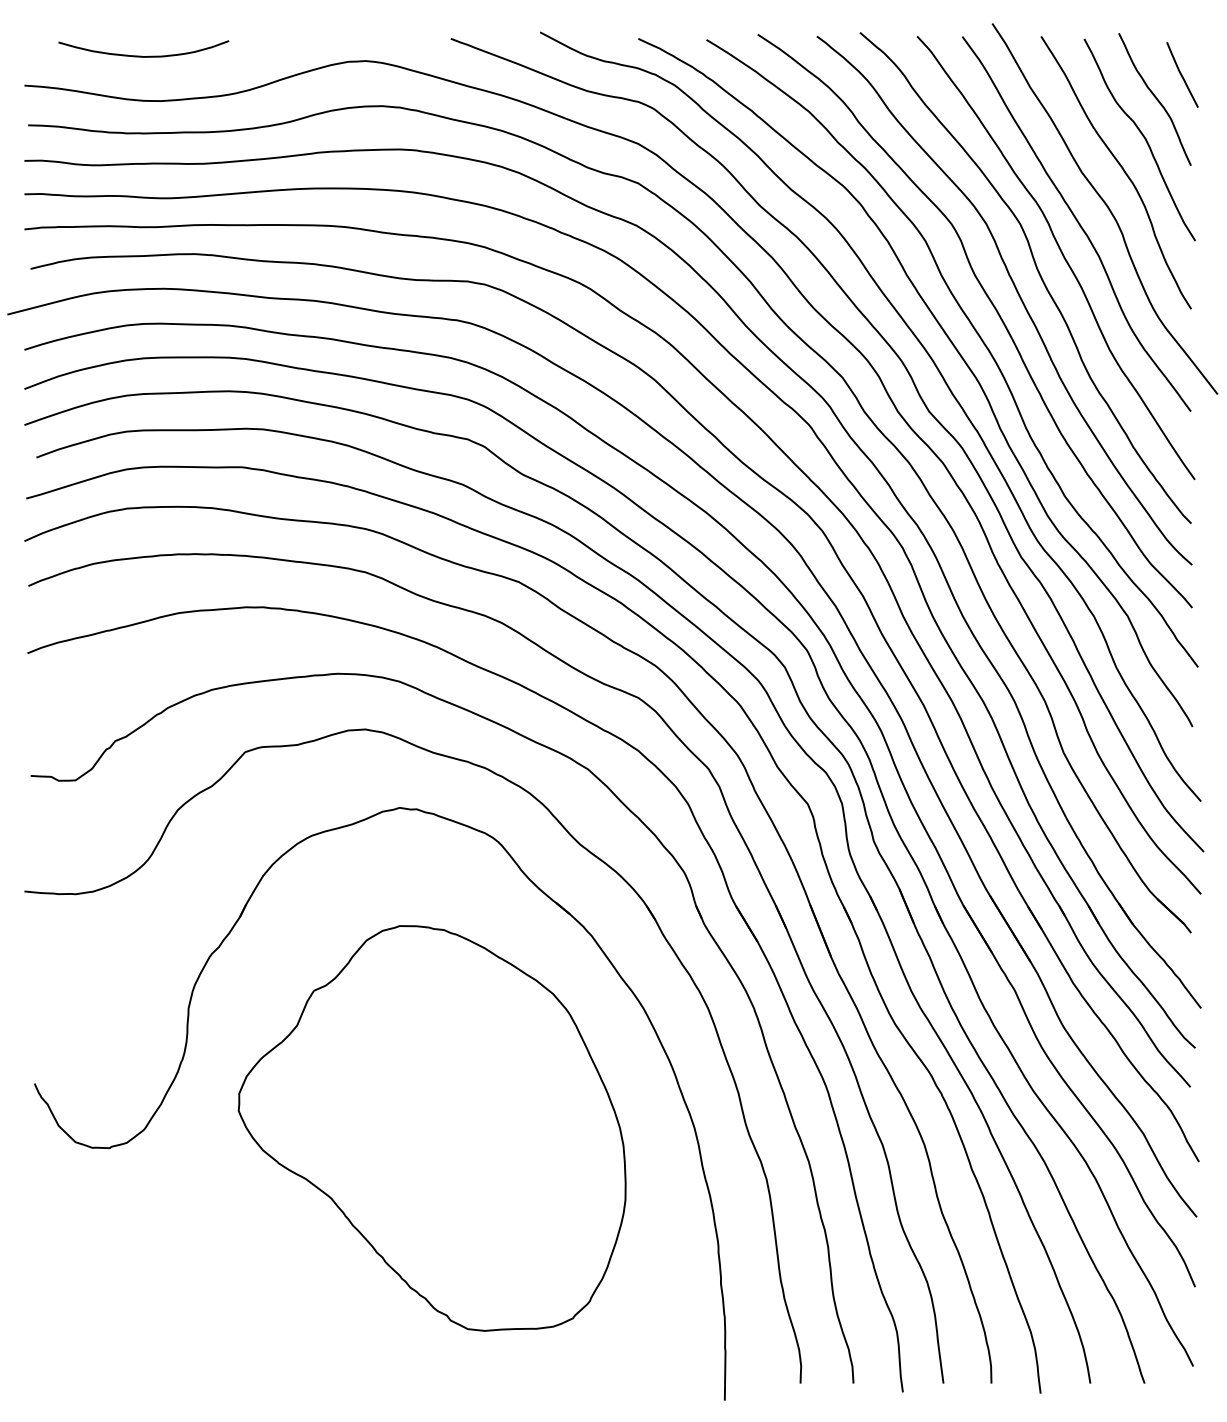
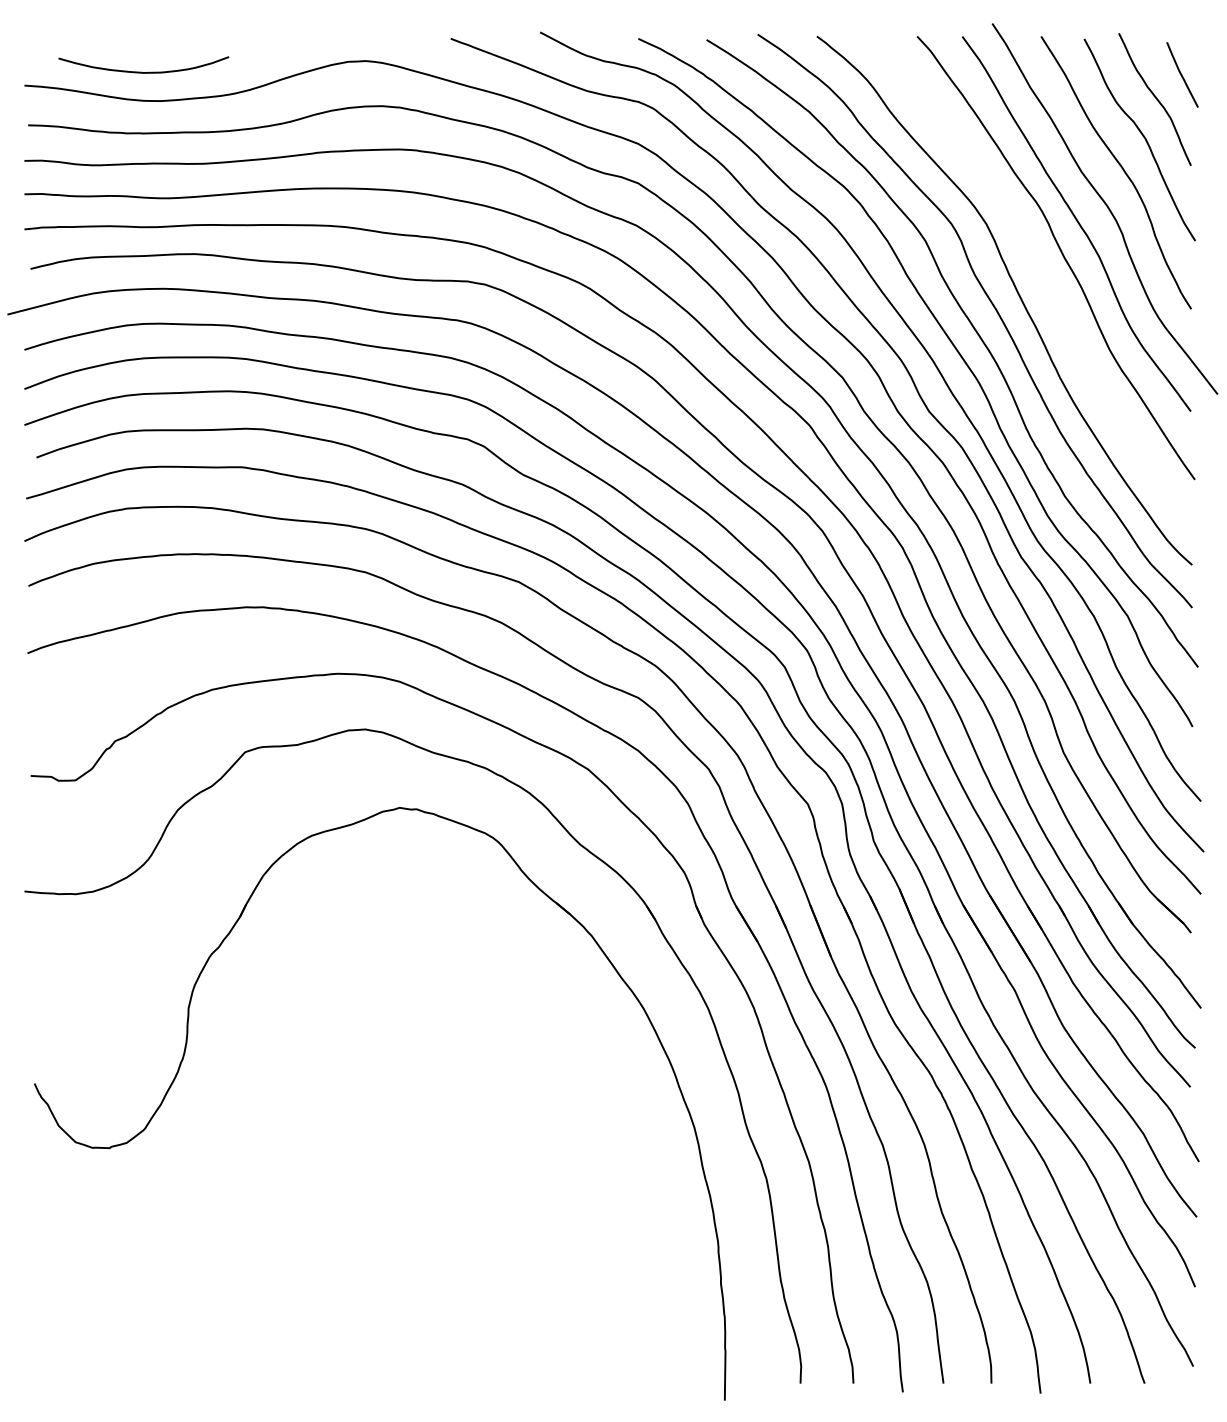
curve at (141, 55) position: (141, 55) -> (141, 71)
curve at (1038, 274): present -> none
part at (431, 1128): present -> none
